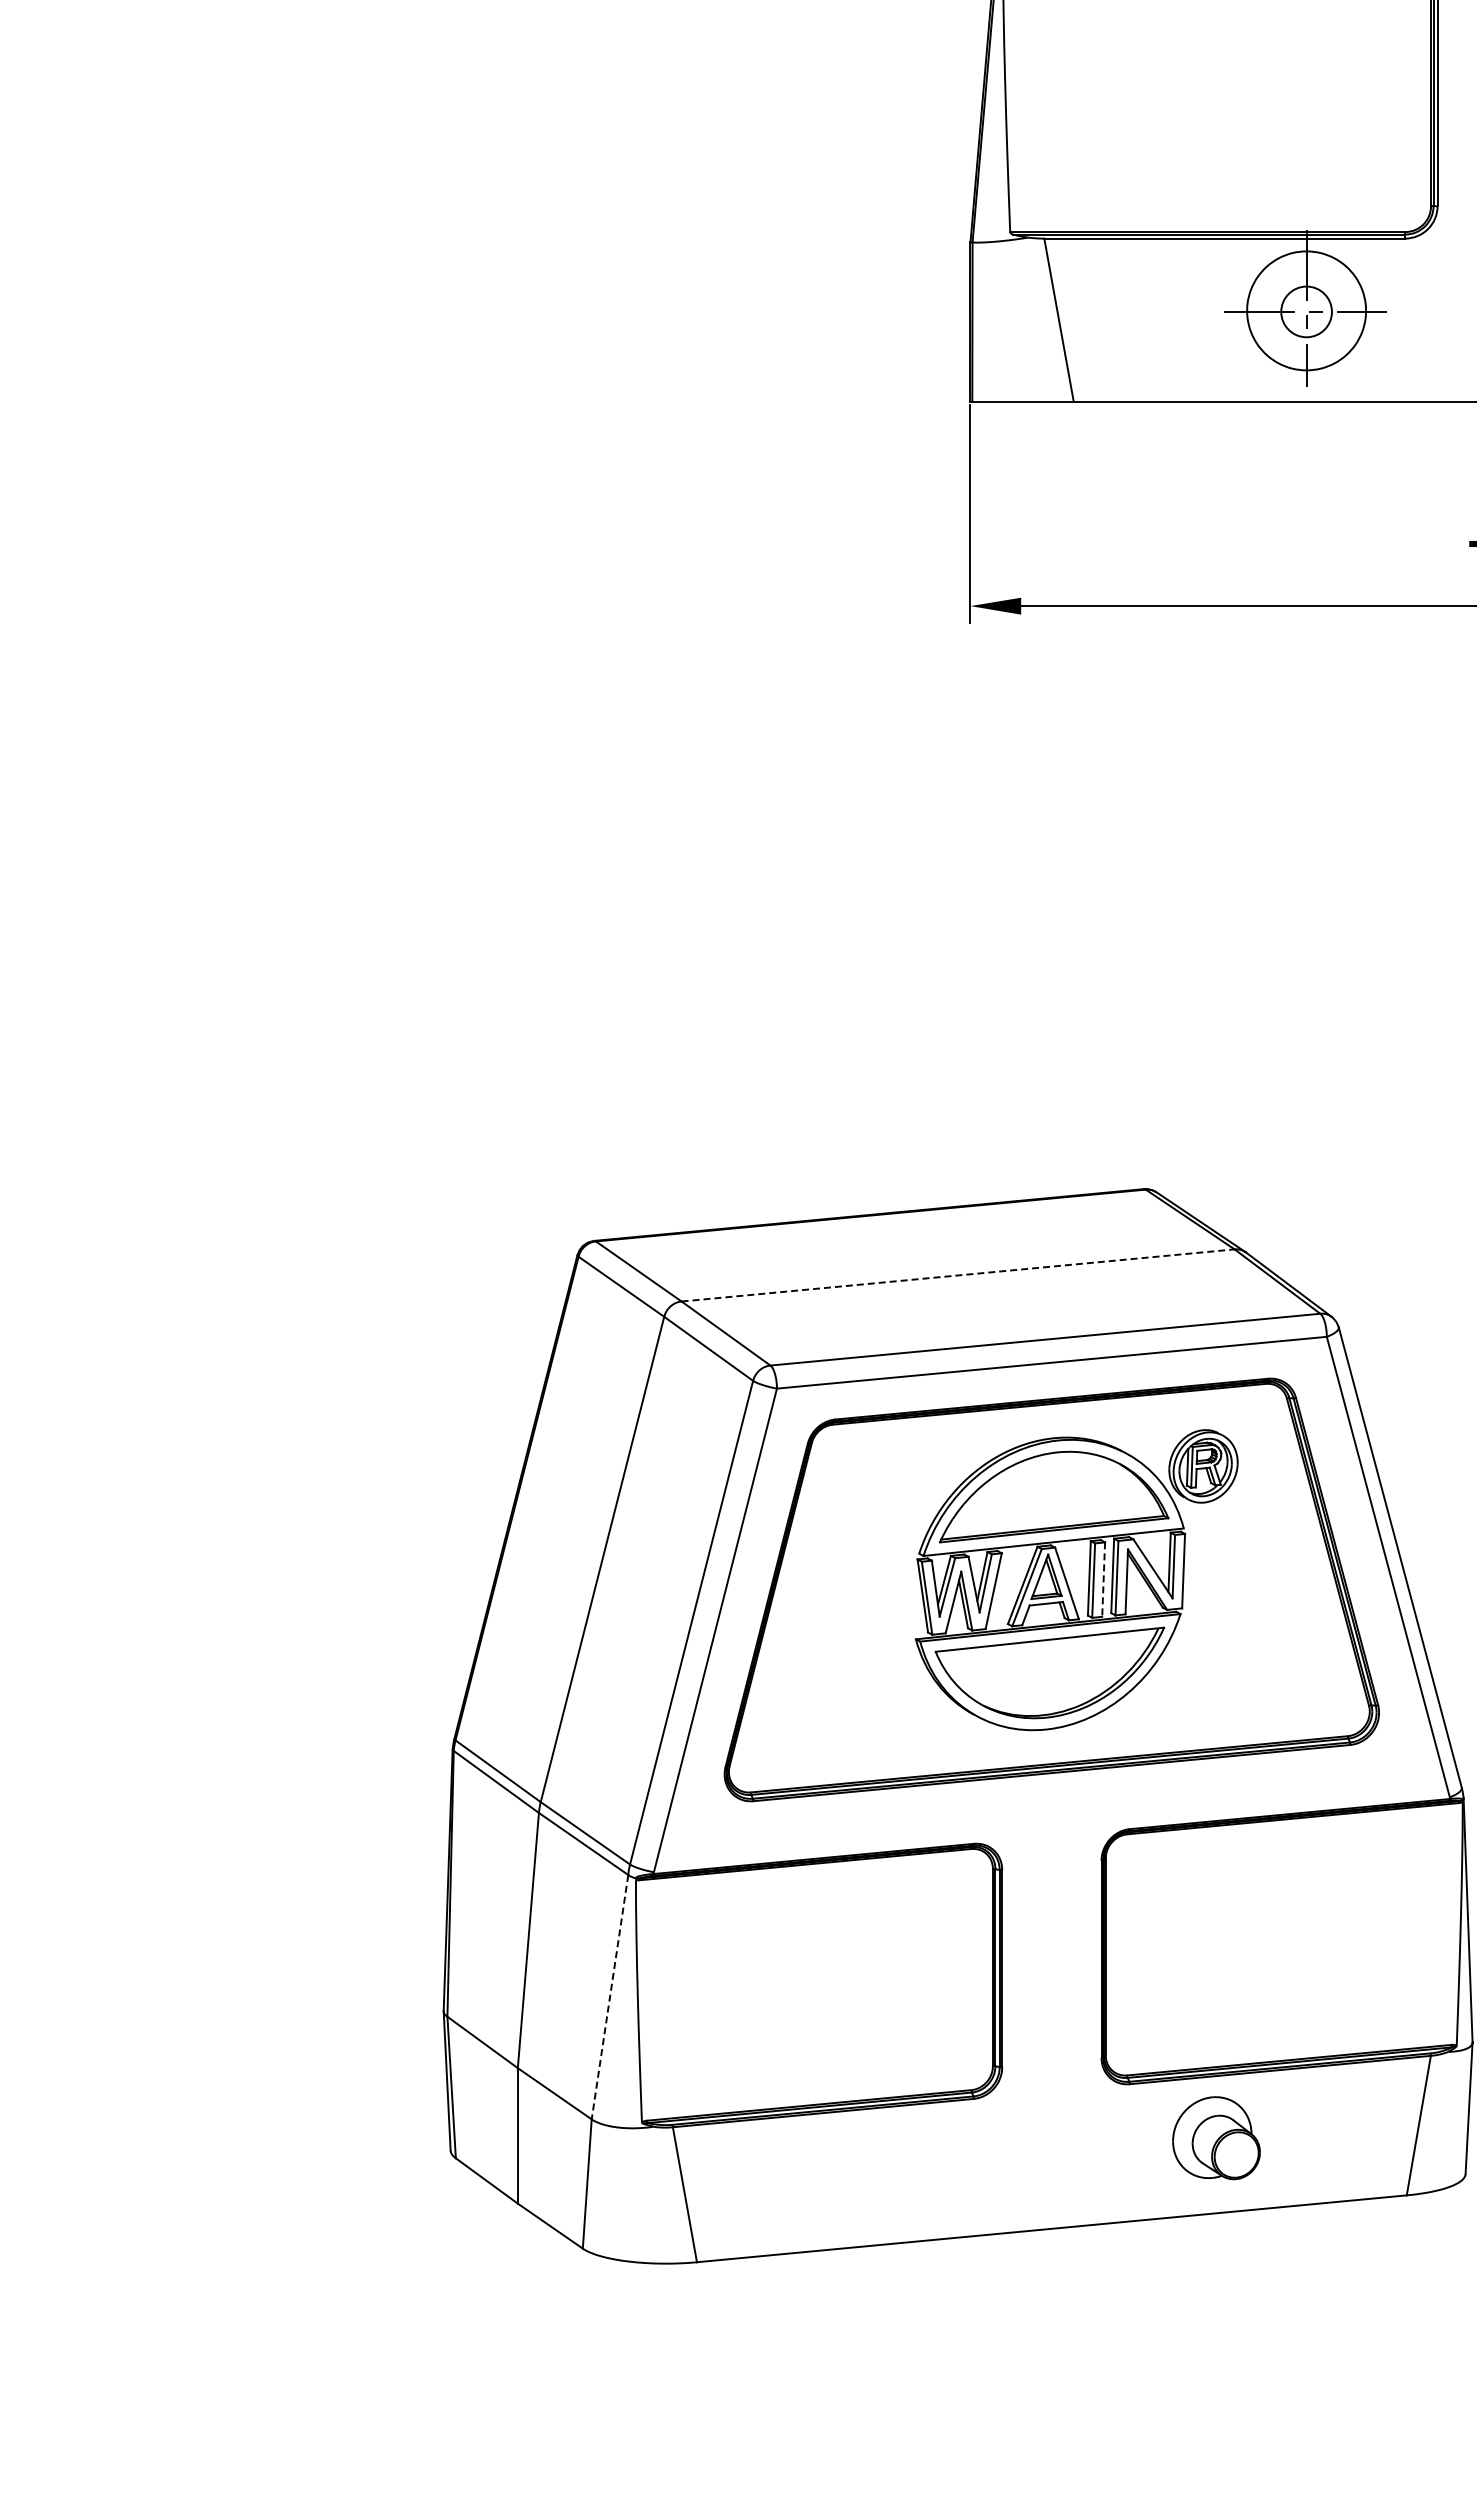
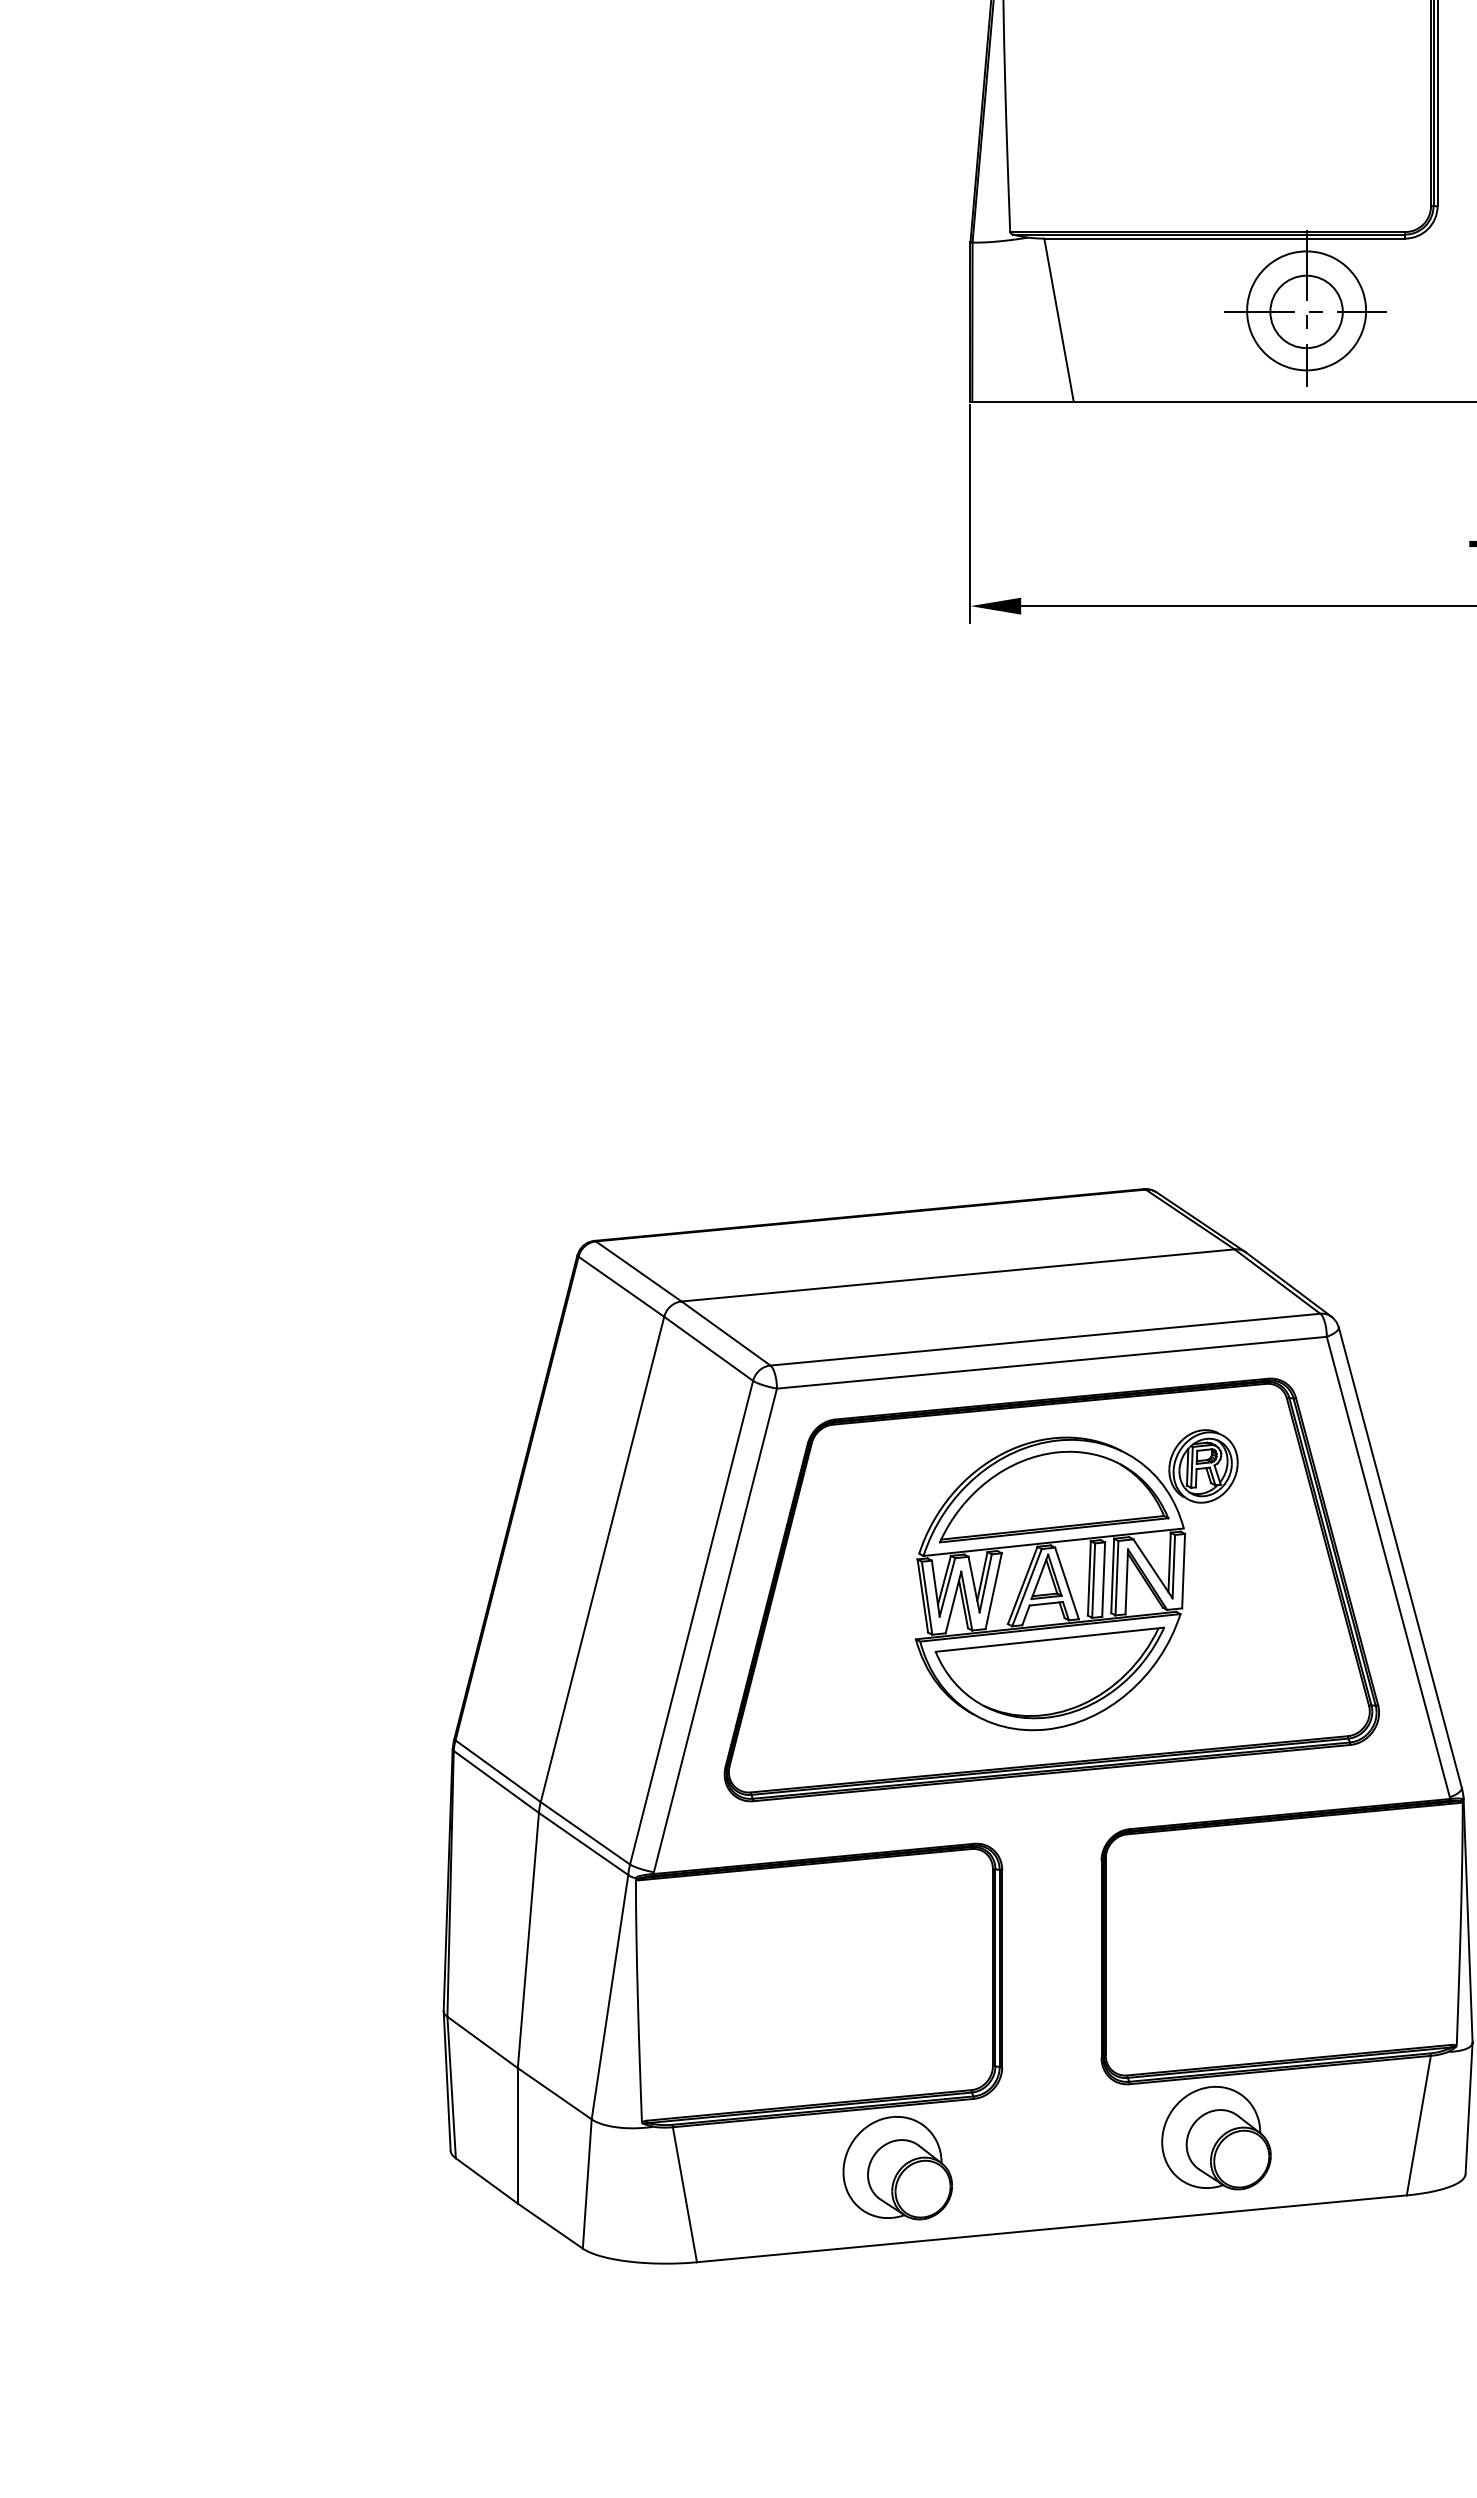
circle at (1306, 311) diameter: 51 px -> 72 px
line at (958, 1275): dashed -> solid
line at (1103, 1580): dashed -> solid
line at (610, 1997): dashed -> solid
part at (1216, 2138) size: 89x85 px -> 111x105 px
part at (897, 2168): none -> present
